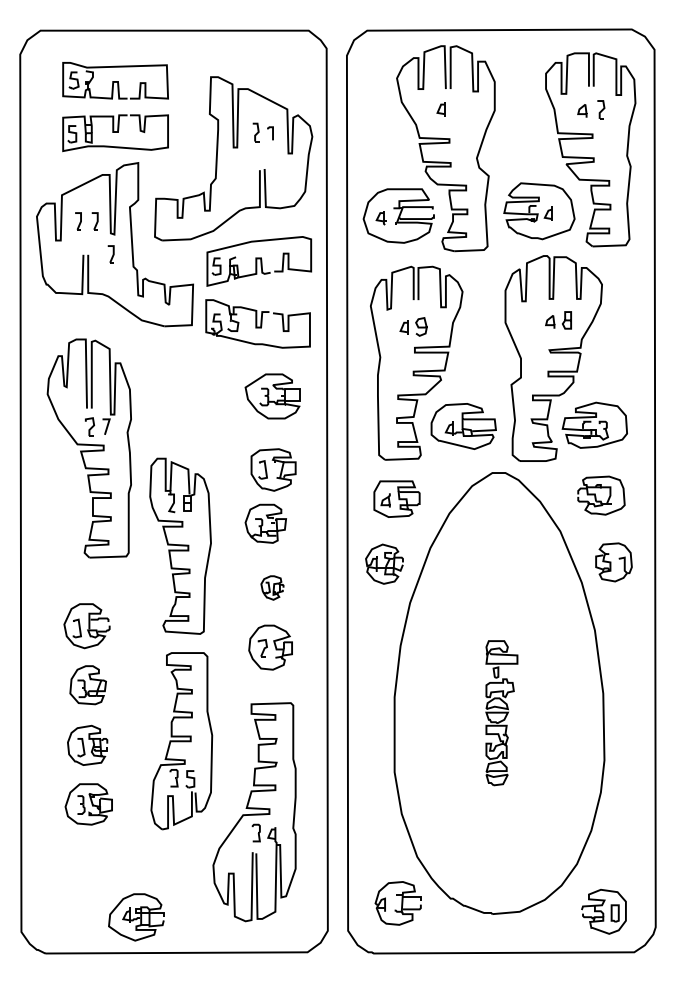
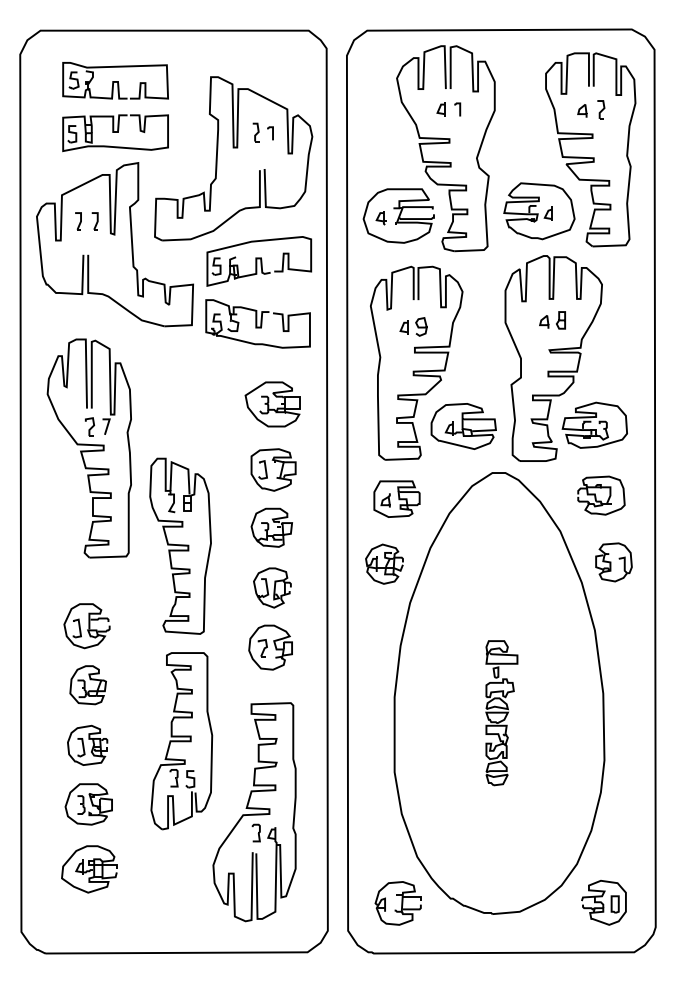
line at (459, 109): none -> present
part at (110, 254): present -> none
part at (558, 320) position: (558, 320) -> (552, 320)
part at (272, 396) position: (272, 396) -> (272, 404)
part at (265, 523) position: (265, 523) -> (271, 527)
part at (272, 587) size: 25x26 px -> 39x42 px
part at (603, 911) position: (603, 911) -> (603, 902)
part at (136, 917) position: (136, 917) -> (89, 869)
